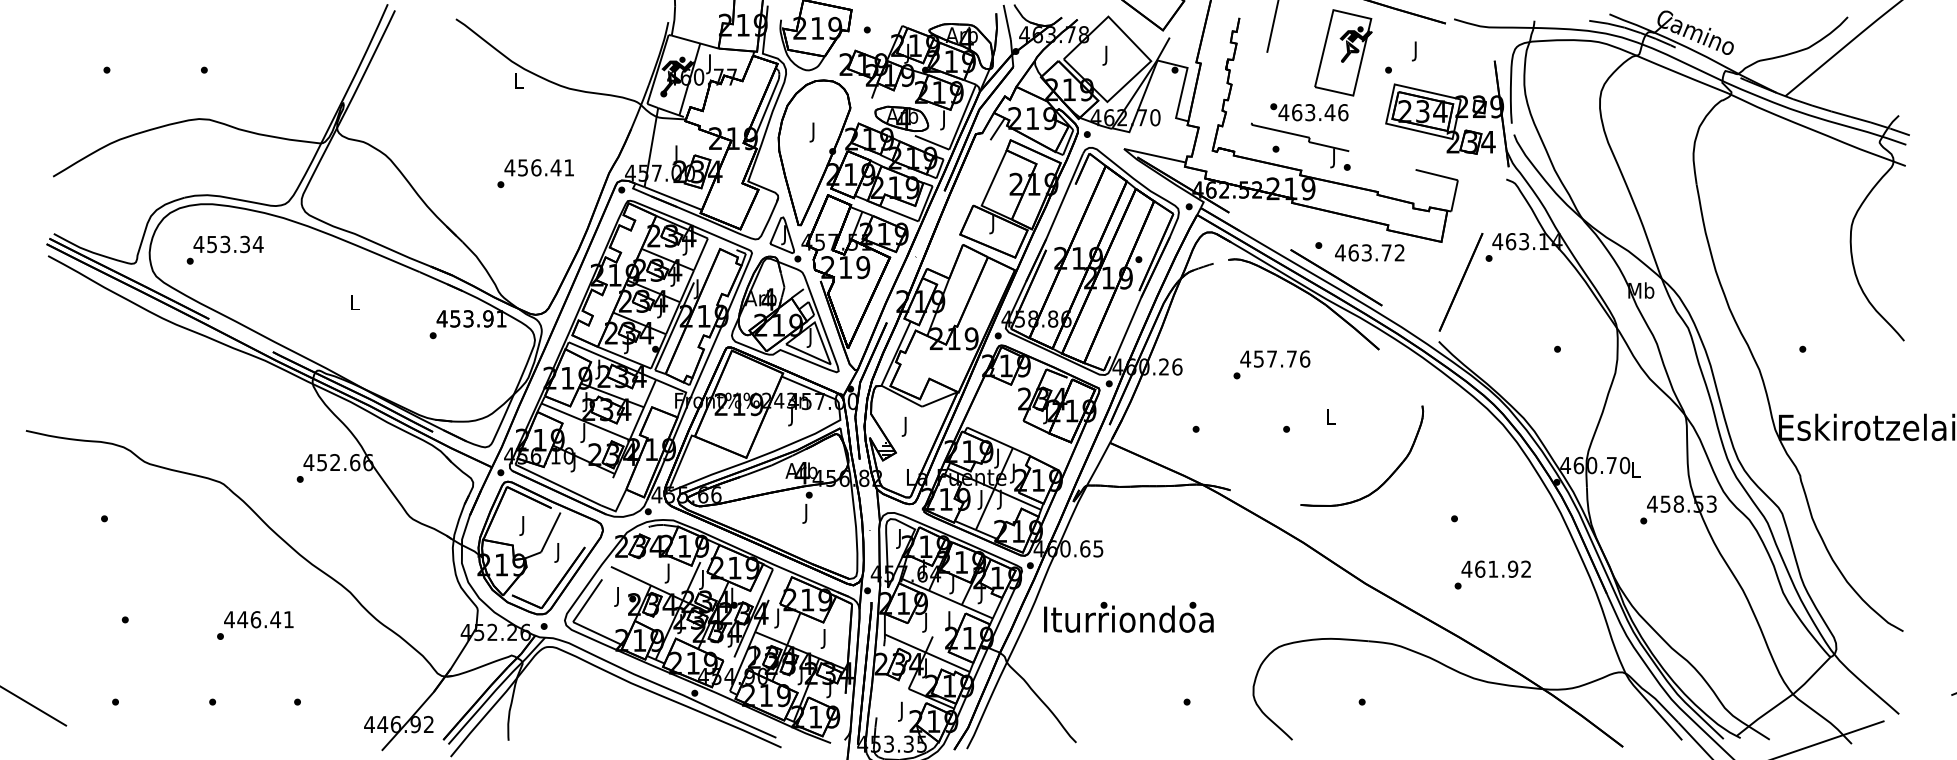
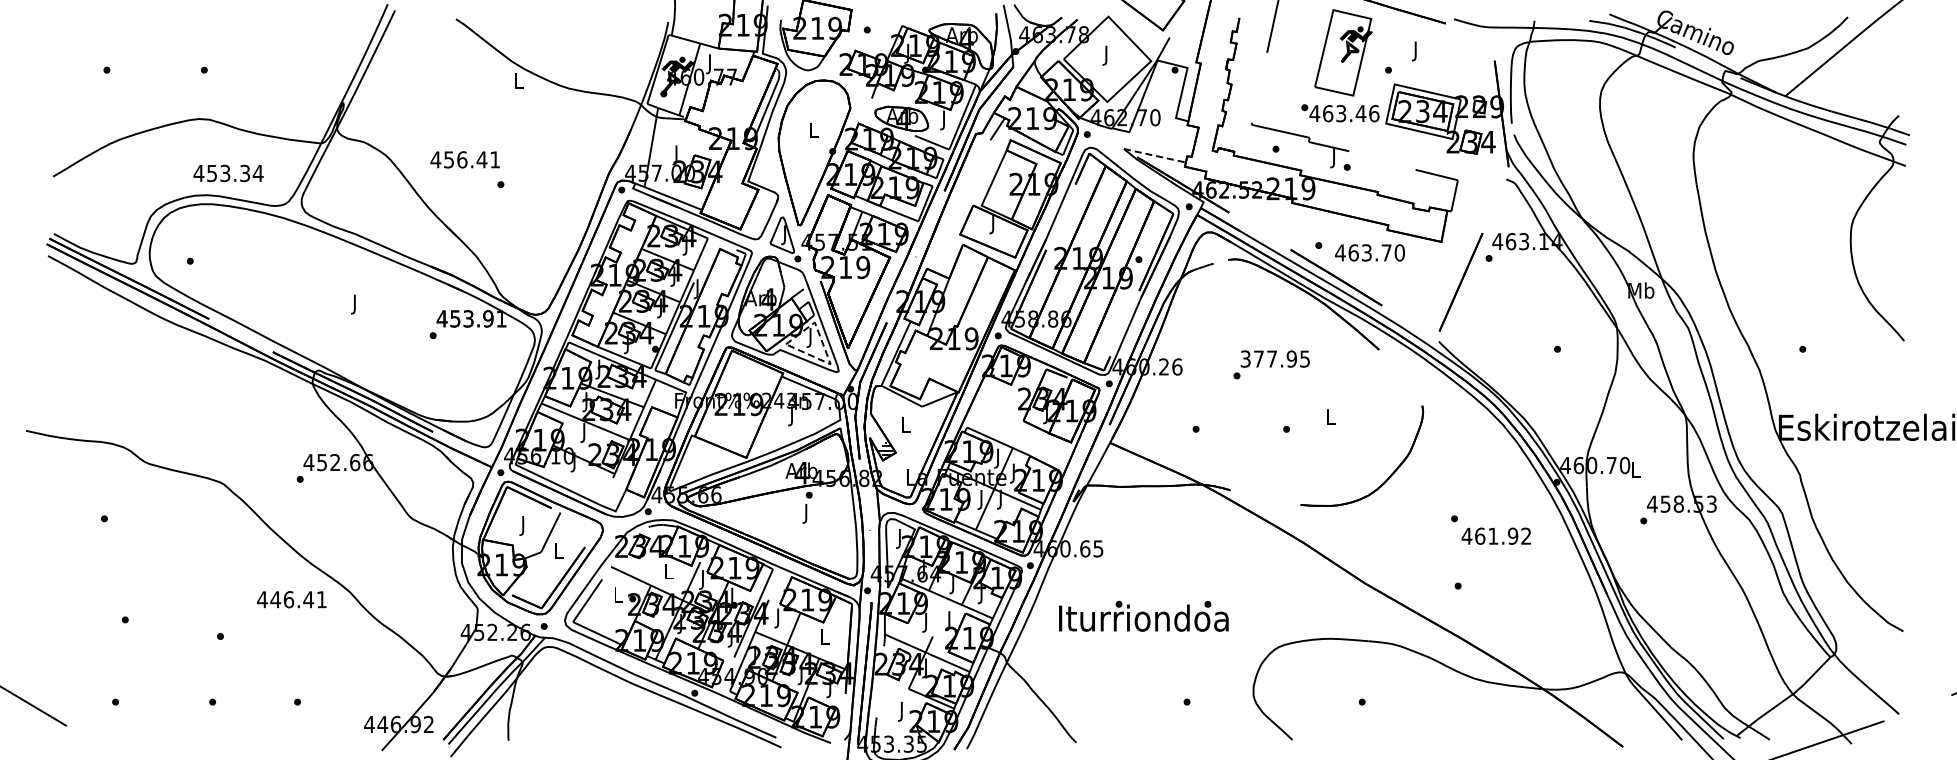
text at (1309, 112) position: (1309, 112) -> (1340, 113)
text at (813, 132): J -> L
line at (1154, 155): solid -> dashed
text at (538, 167) position: (538, 167) -> (464, 159)
text at (228, 244) position: (228, 244) -> (228, 173)
text at (1399, 252): 463.72 -> 463.70
text at (355, 304): L -> J
line at (825, 349): solid -> dashed
text at (1275, 358): 457.76 -> 377.95
text at (905, 426): J -> L
text at (558, 552): J -> L
text at (1495, 568) position: (1495, 568) -> (1495, 535)
text at (668, 573): J -> L
text at (618, 596): J -> L
text at (1128, 616) position: (1128, 616) -> (1143, 615)
text at (258, 619) position: (258, 619) -> (291, 599)
text at (824, 638): J -> L
